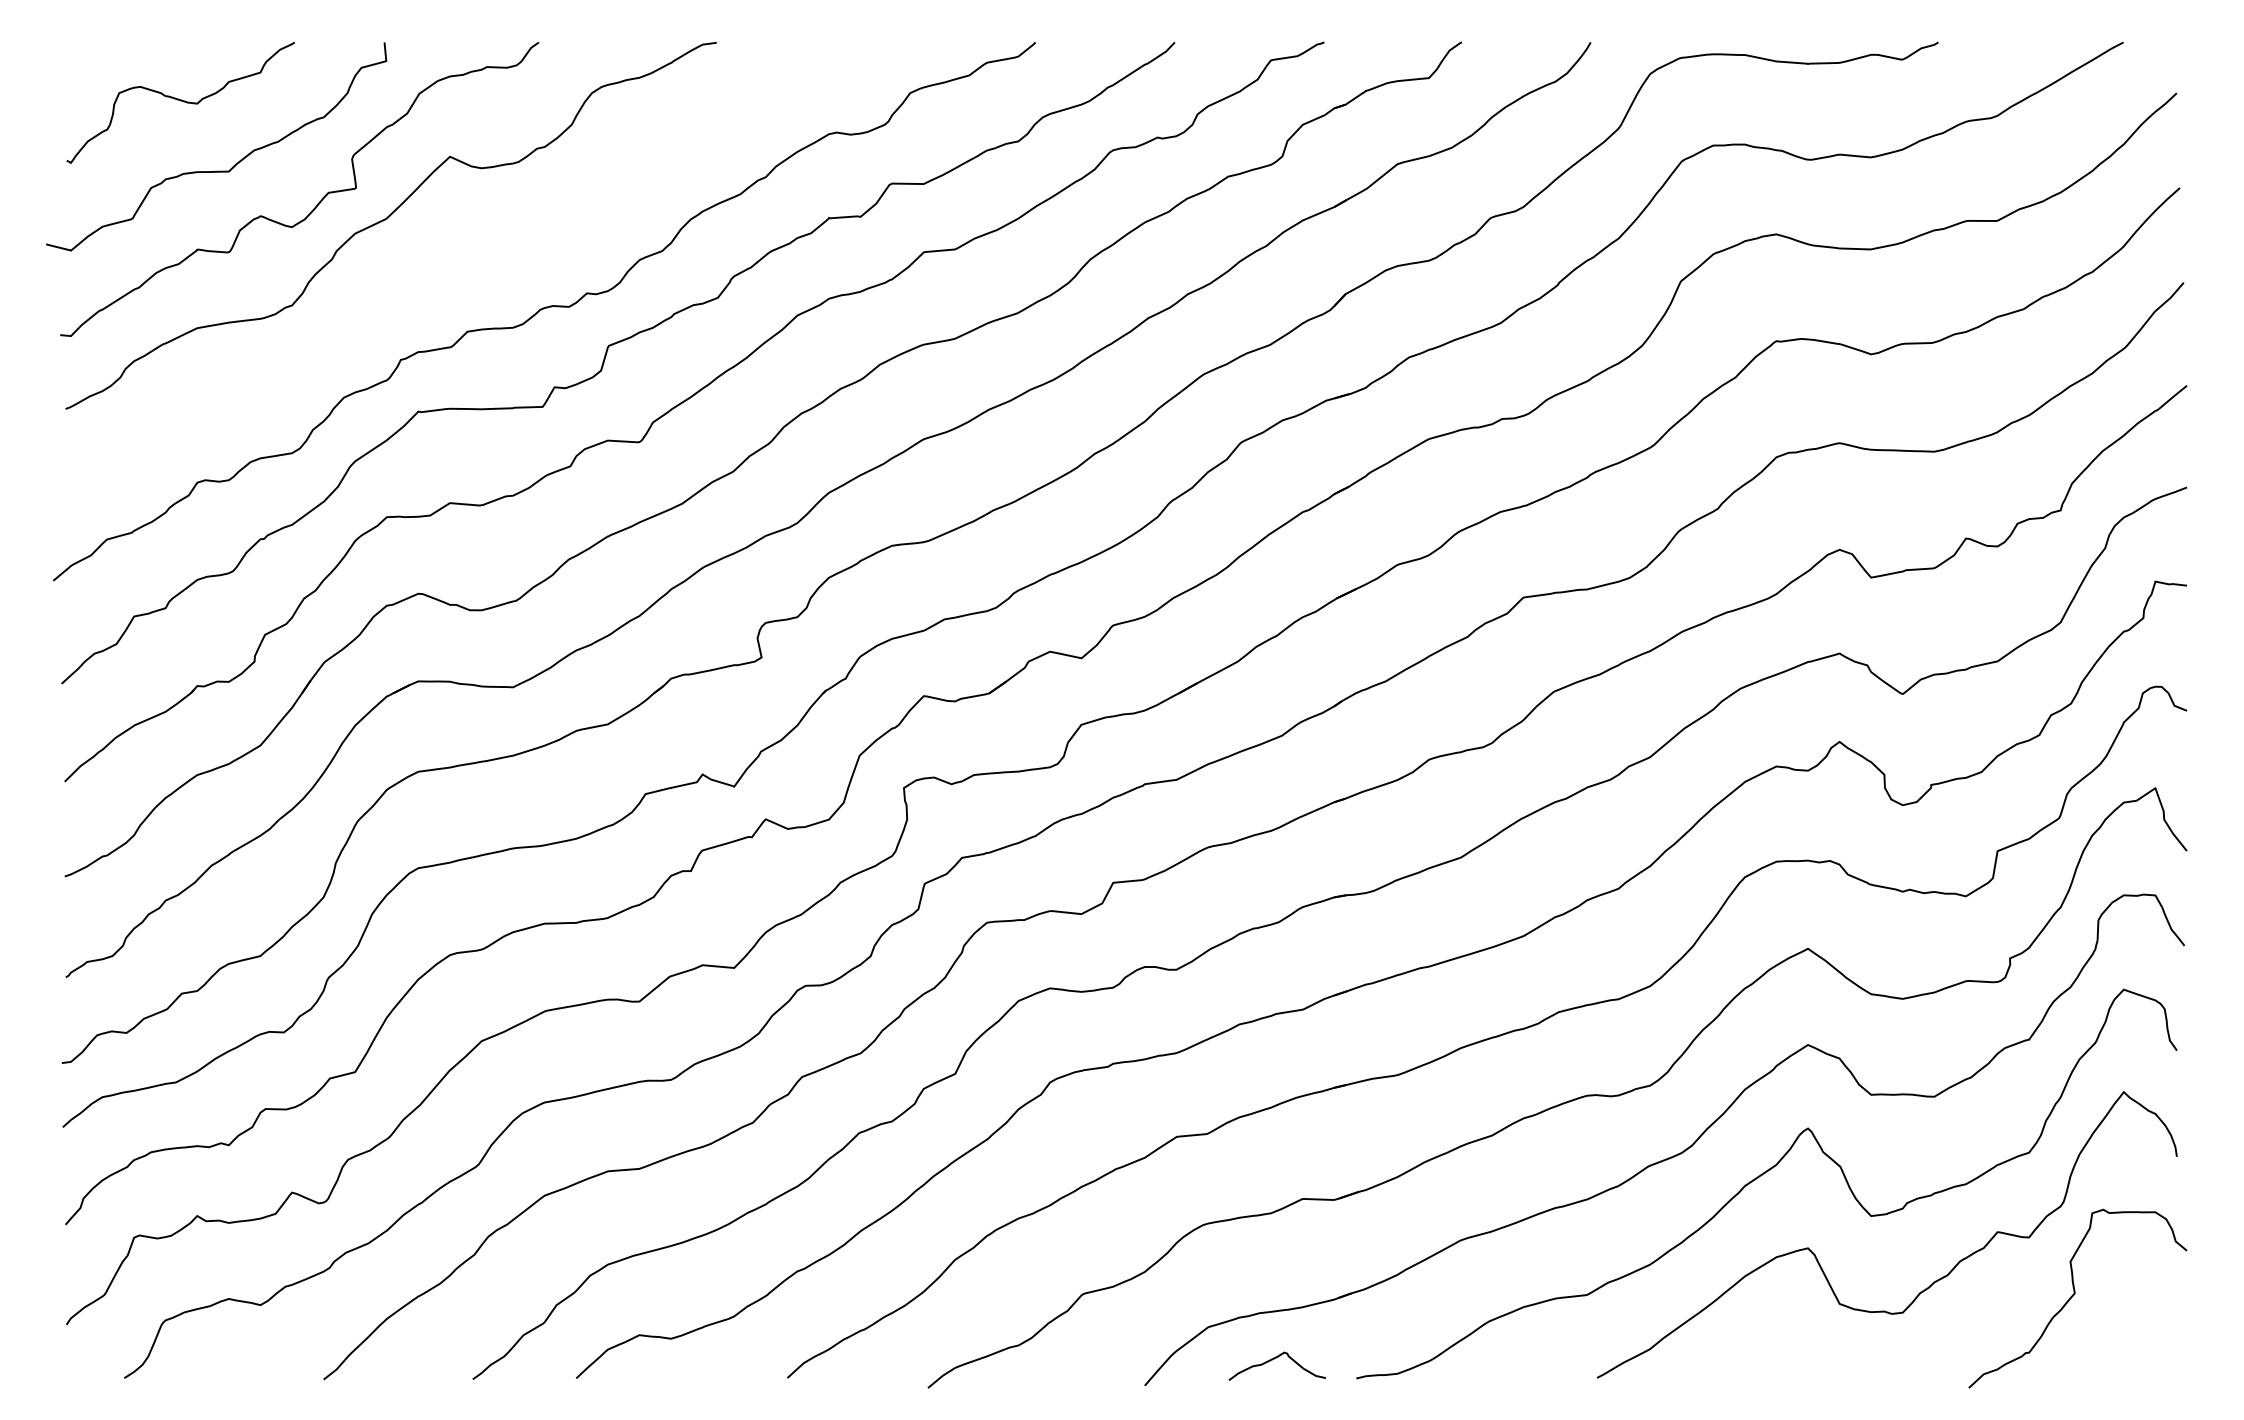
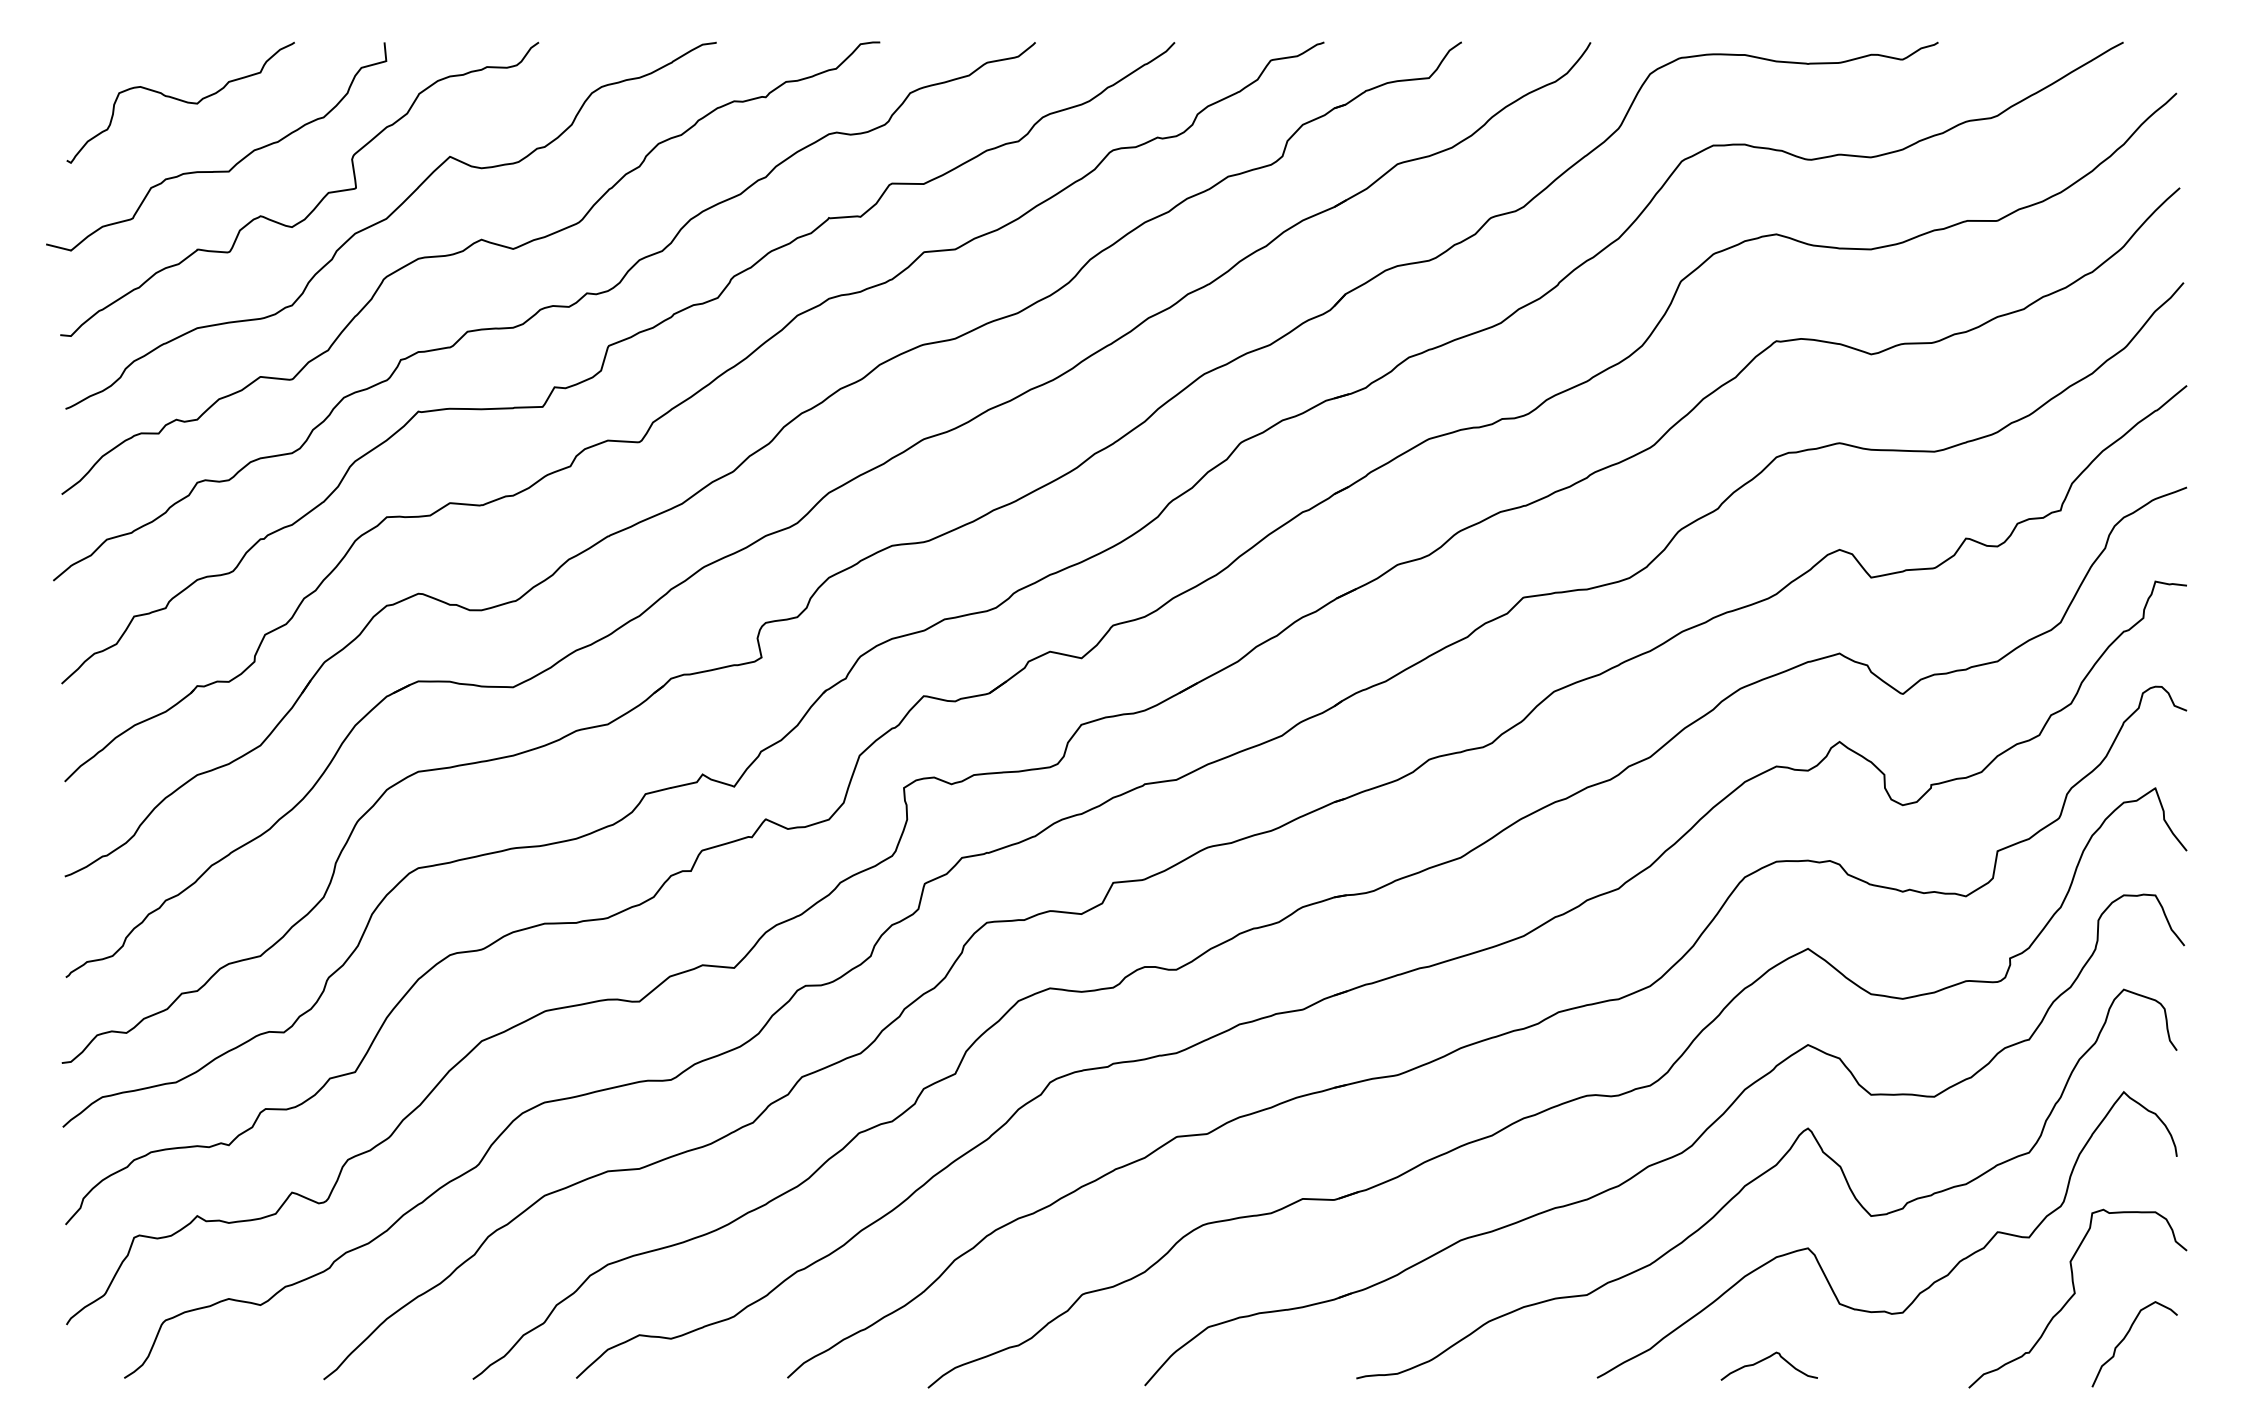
curve at (462, 252): none -> present
curve at (2125, 1338): none -> present
curve at (1274, 1359) position: (1274, 1359) -> (1766, 1359)
